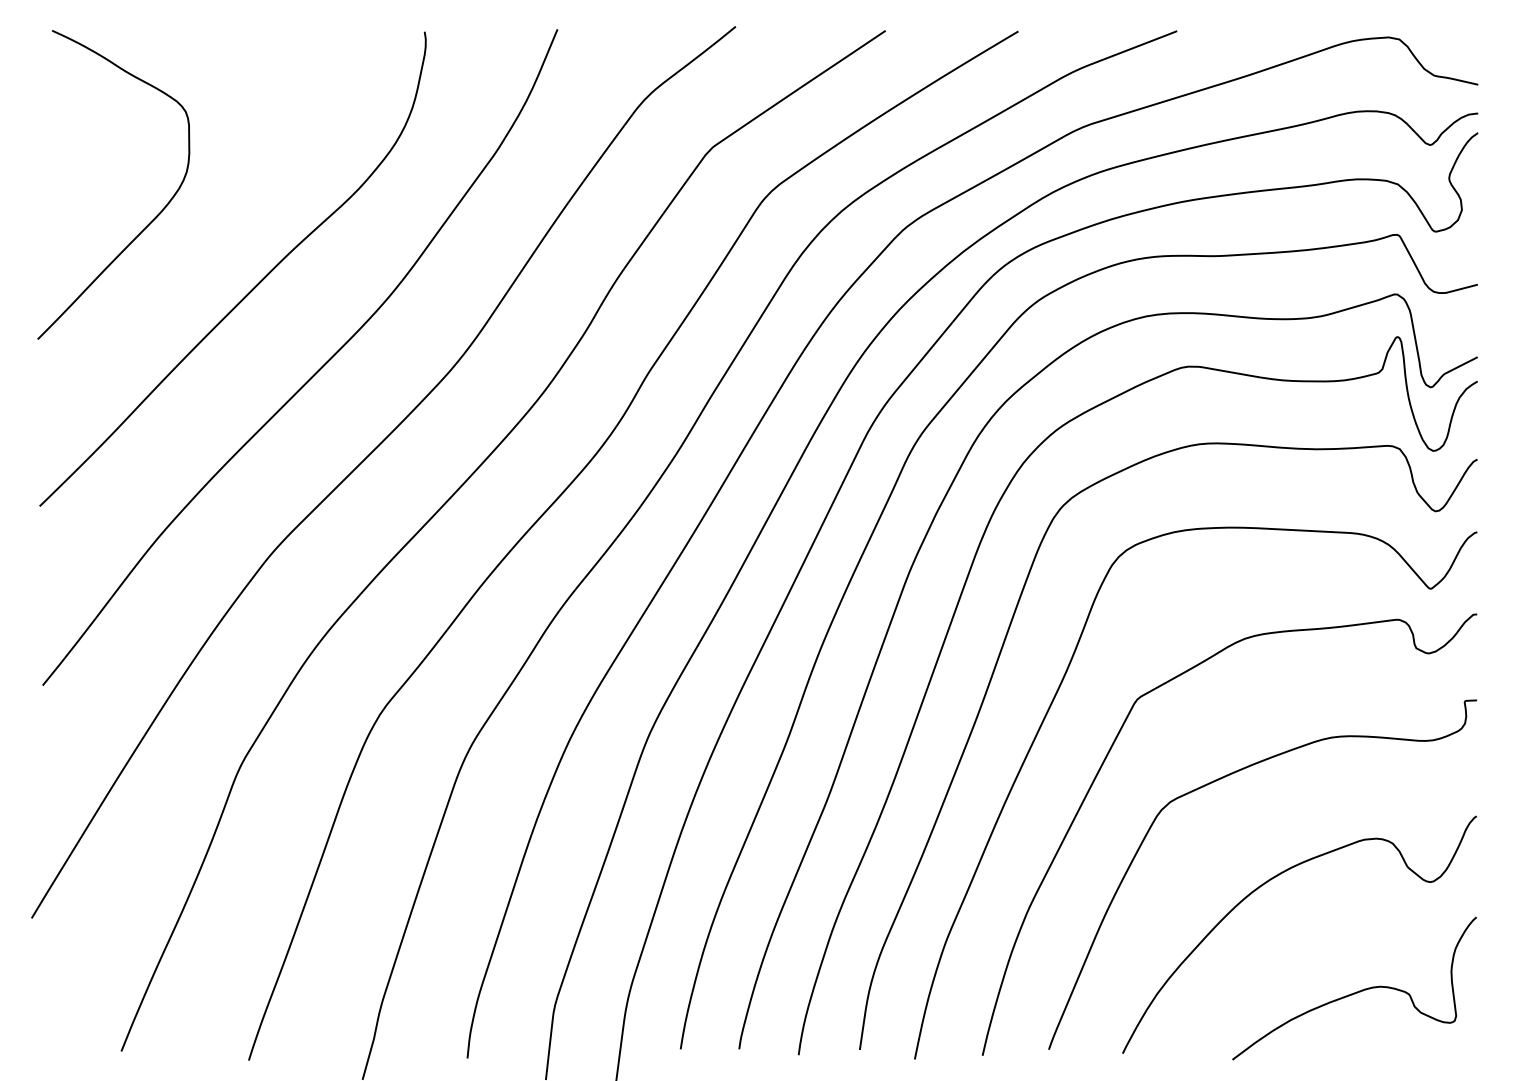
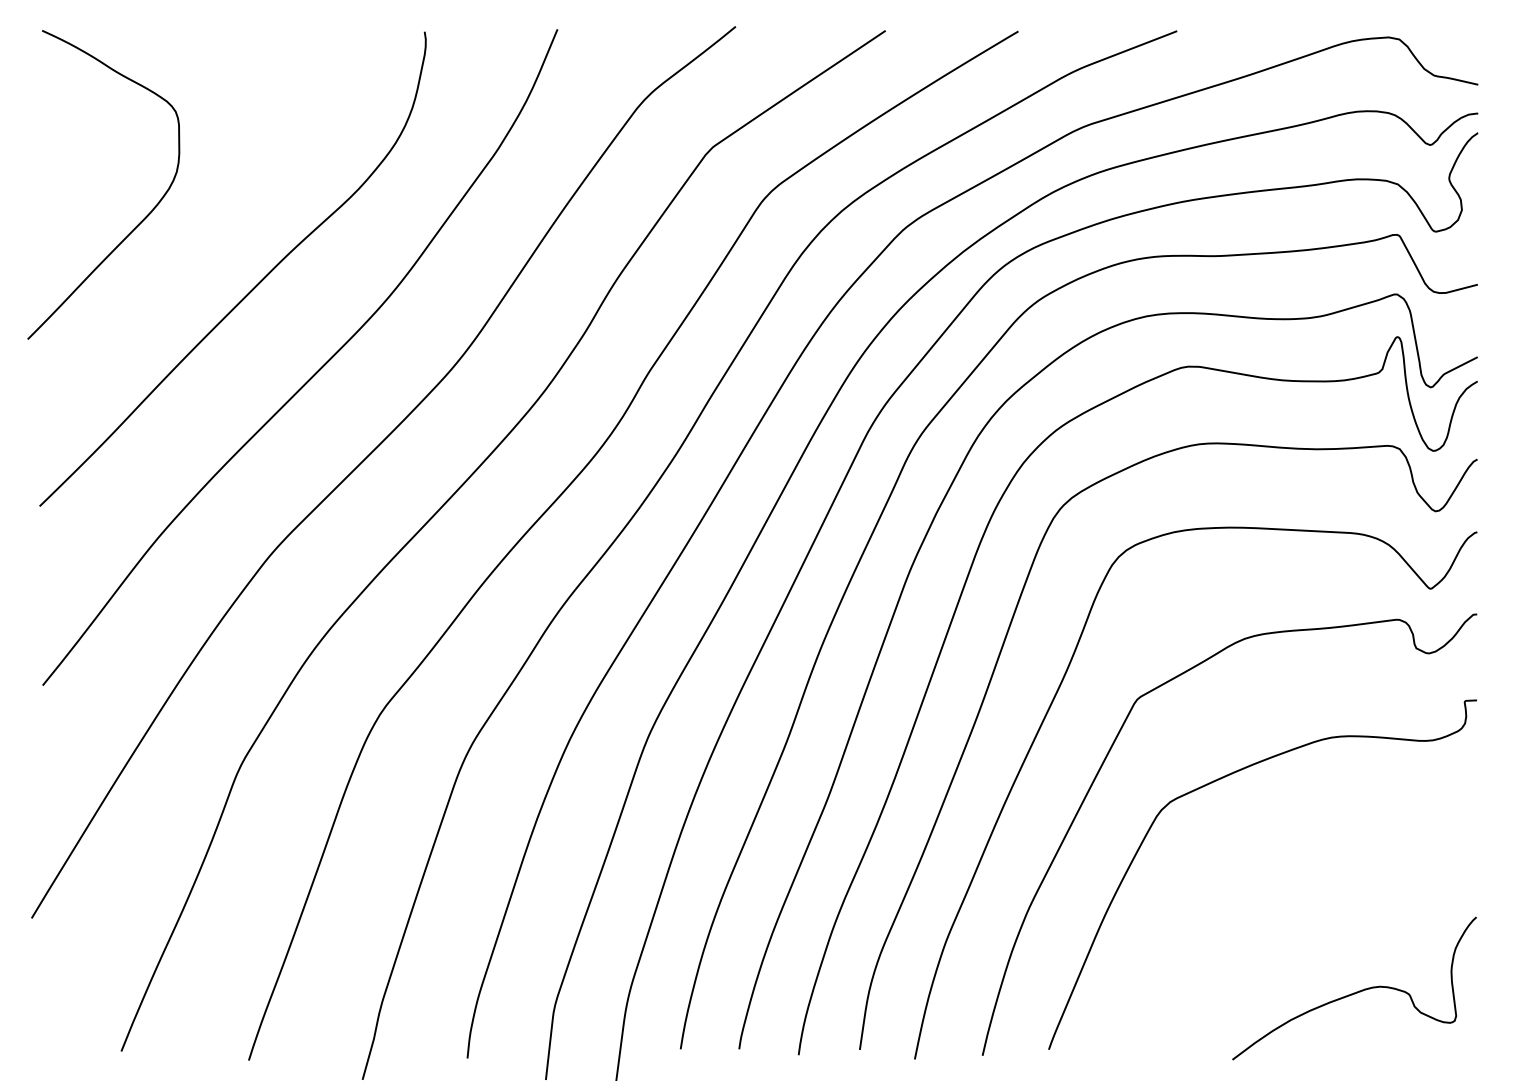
curve at (150, 221) position: (150, 221) -> (140, 221)
curve at (1262, 886): present -> none
